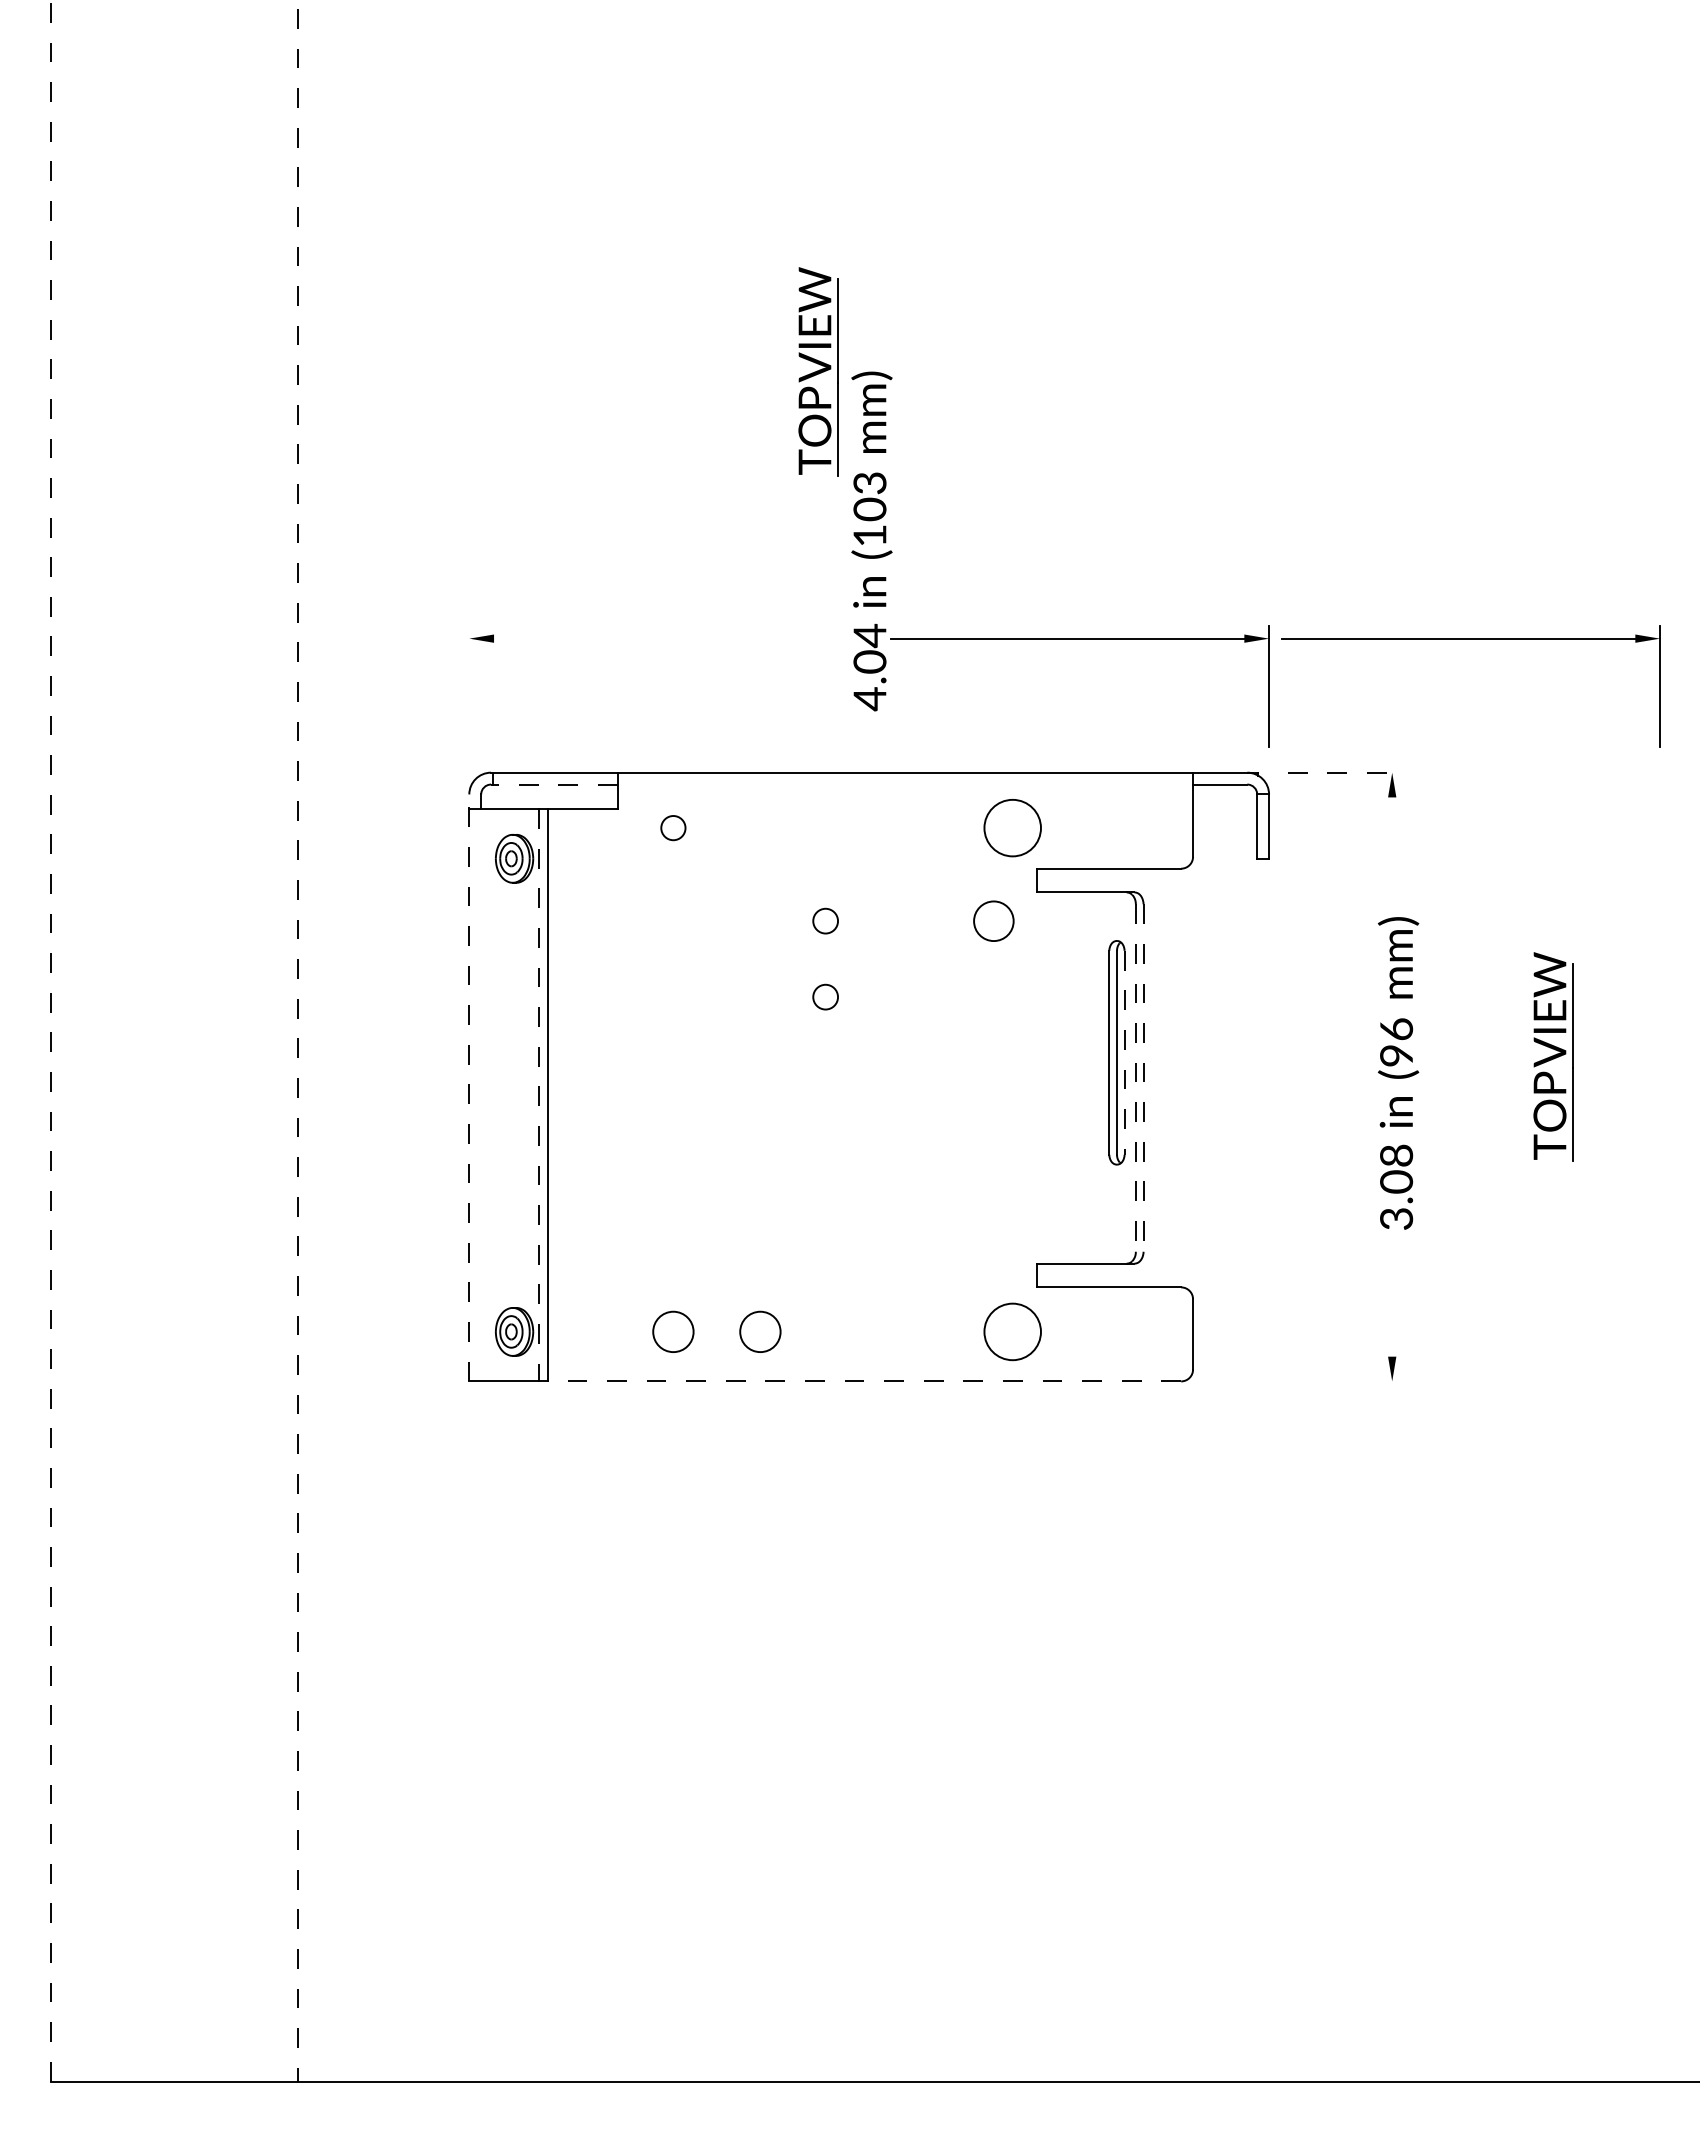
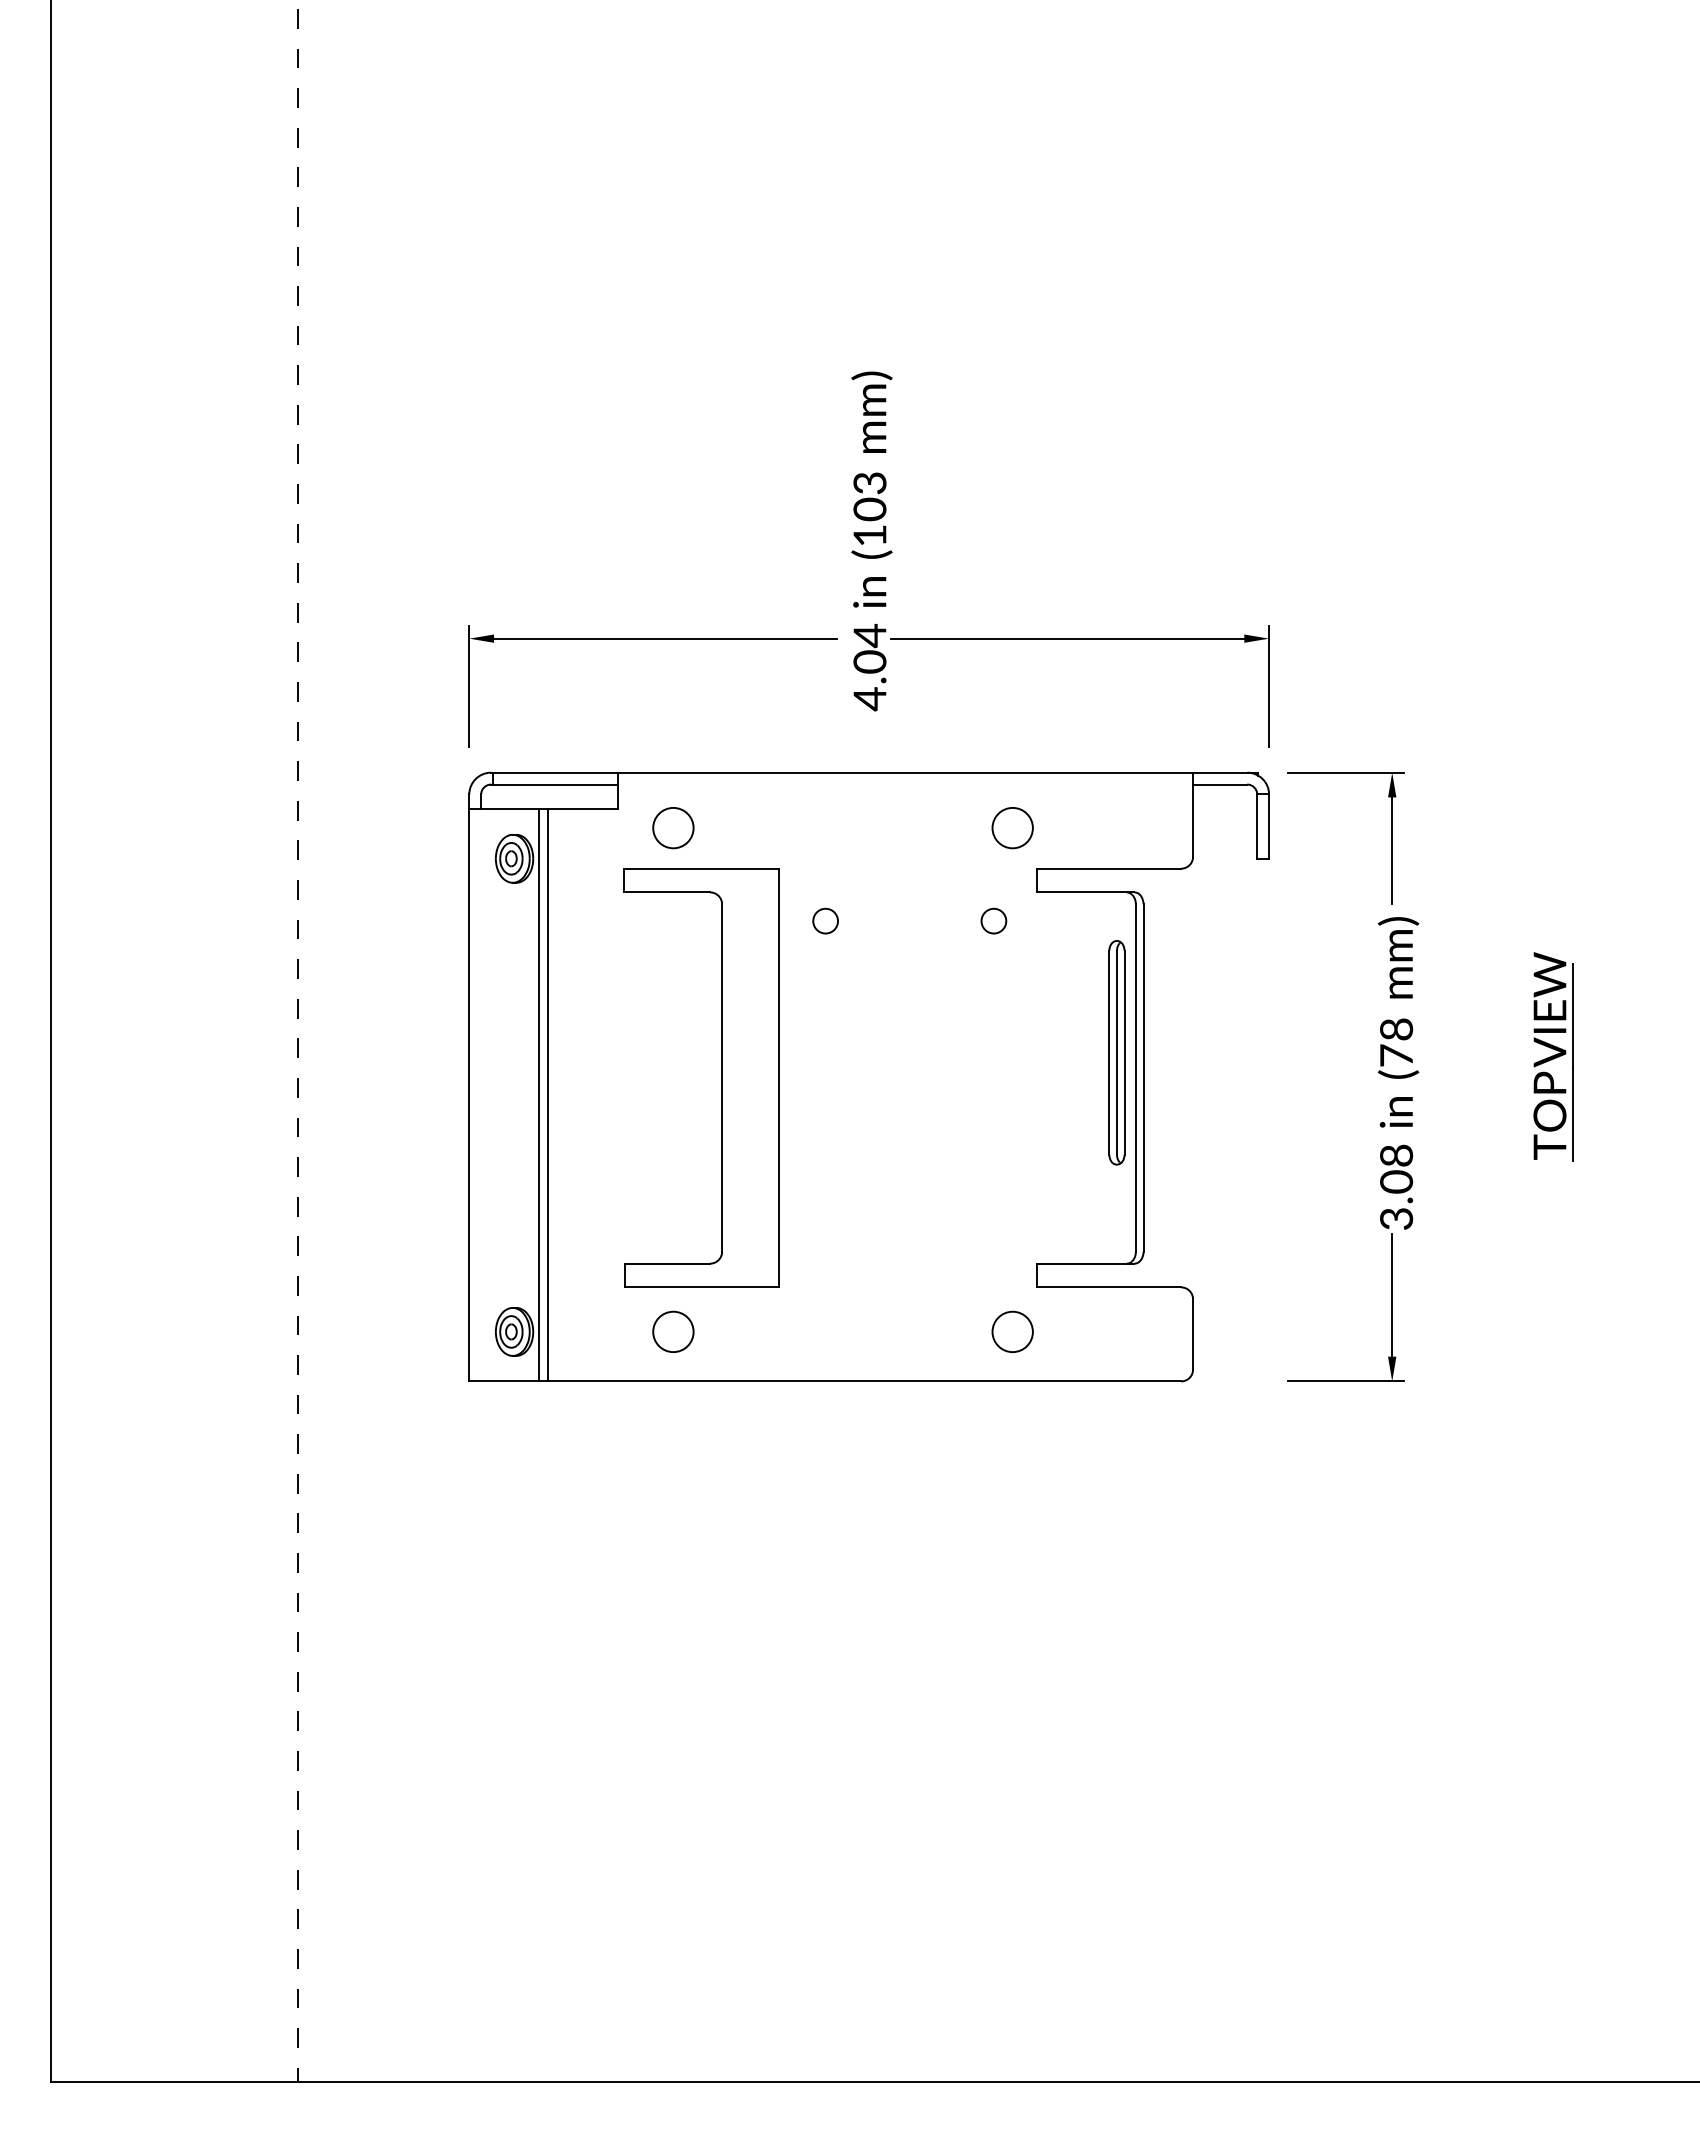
part at (818, 371): present -> none
line at (665, 638): none -> present
part at (1470, 639): present -> none
line at (469, 686): none -> present
line at (1346, 772): dashed -> solid
line at (553, 784): dashed -> solid
circle at (1012, 827) diameter: 57 px -> 40 px
circle at (673, 828) diameter: 24 px -> 40 px
line at (1392, 850): none -> present
circle at (993, 920) size: 42x42 px -> 28x28 px
circle at (825, 996): present -> none
line at (50, 1040): dashed -> solid
text at (1396, 1042): (96 -> (78
line at (1124, 1052): dashed -> solid
part at (721, 1077): none -> present
line at (1135, 1078): dashed -> solid
line at (1143, 1078): dashed -> solid
line at (469, 1087): dashed -> solid
line at (539, 1095): dashed -> solid
line at (1392, 1295): none -> present
circle at (760, 1331): present -> none
circle at (1012, 1331) diameter: 57 px -> 40 px
line at (864, 1381): dashed -> solid
line at (1345, 1381): none -> present
